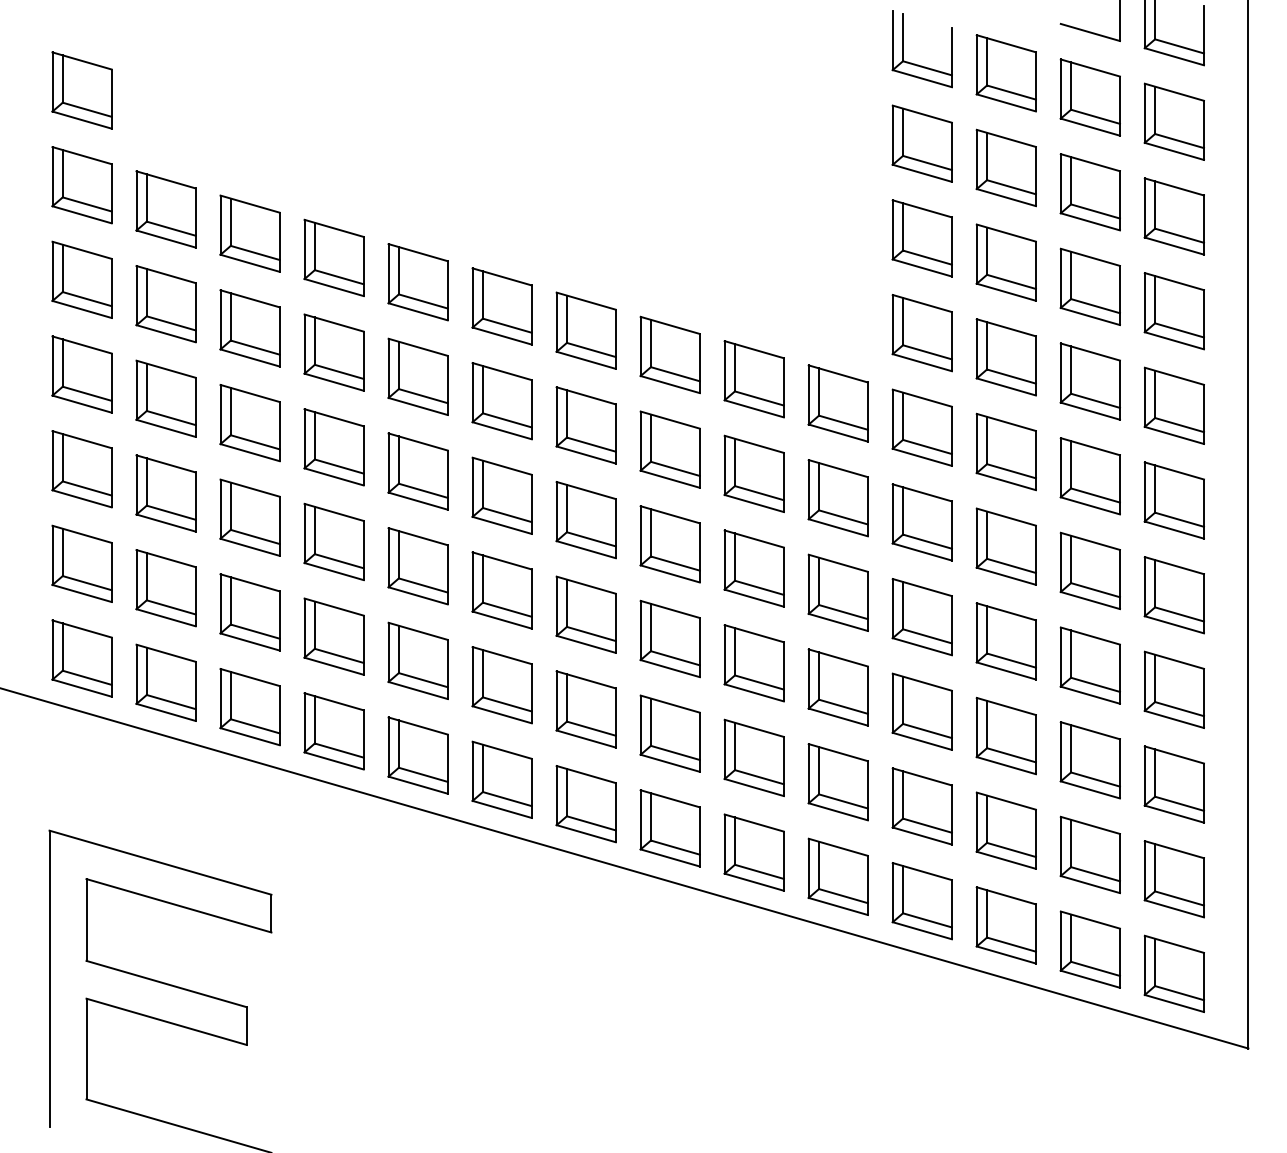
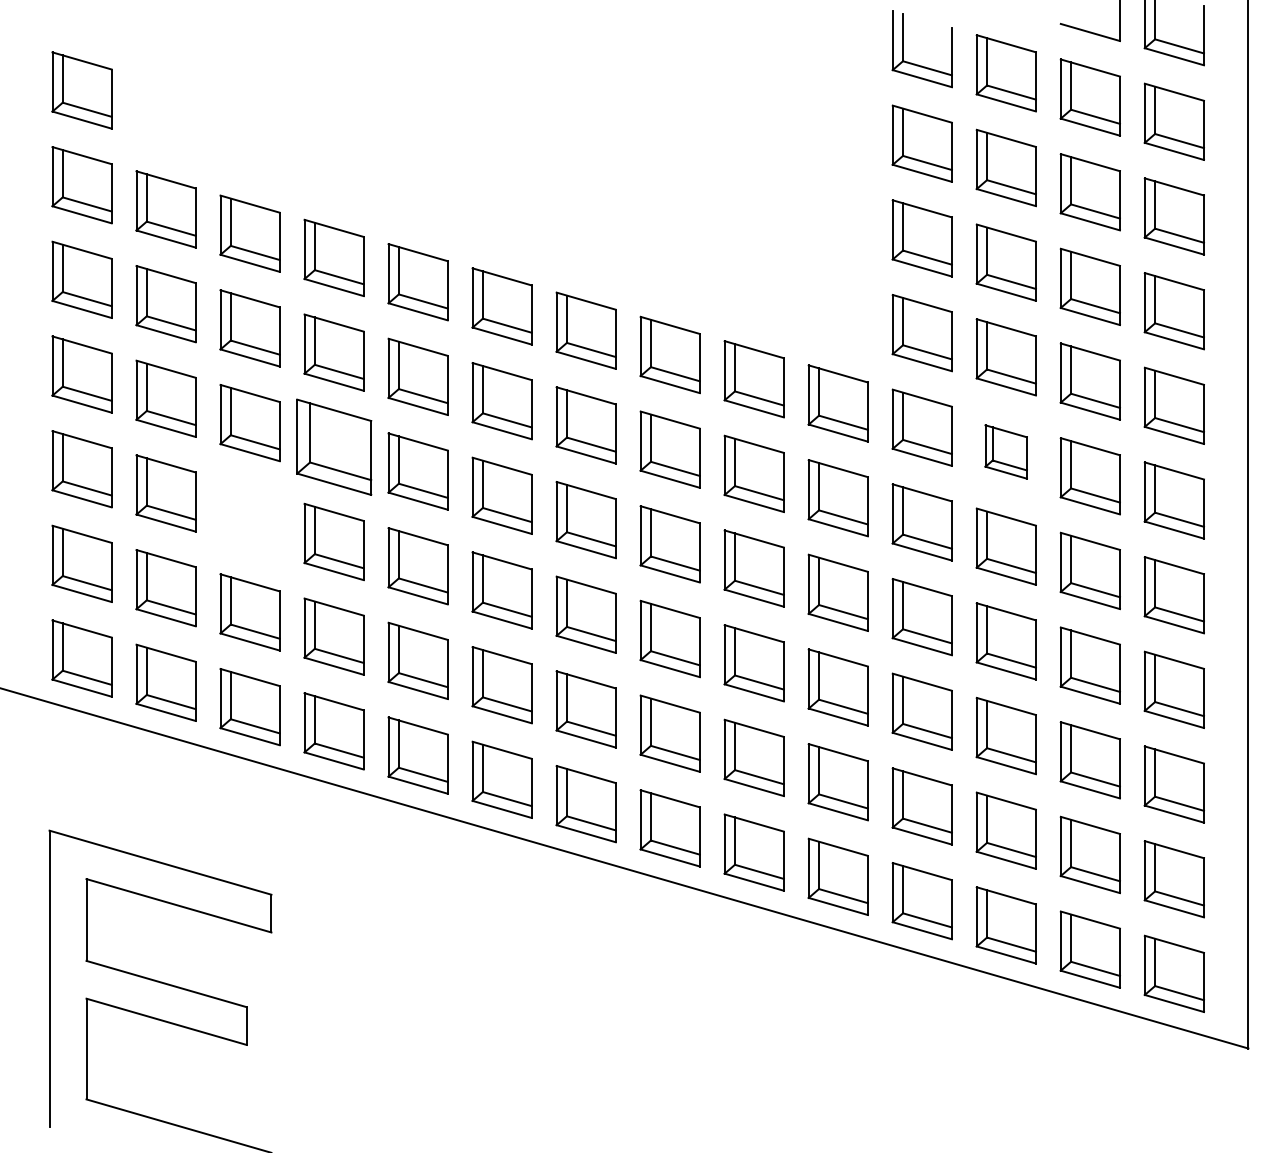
part at (333, 447) size: 62x79 px -> 77x98 px
part at (1005, 451) size: 62x80 px -> 44x56 px
part at (249, 517): present -> none
